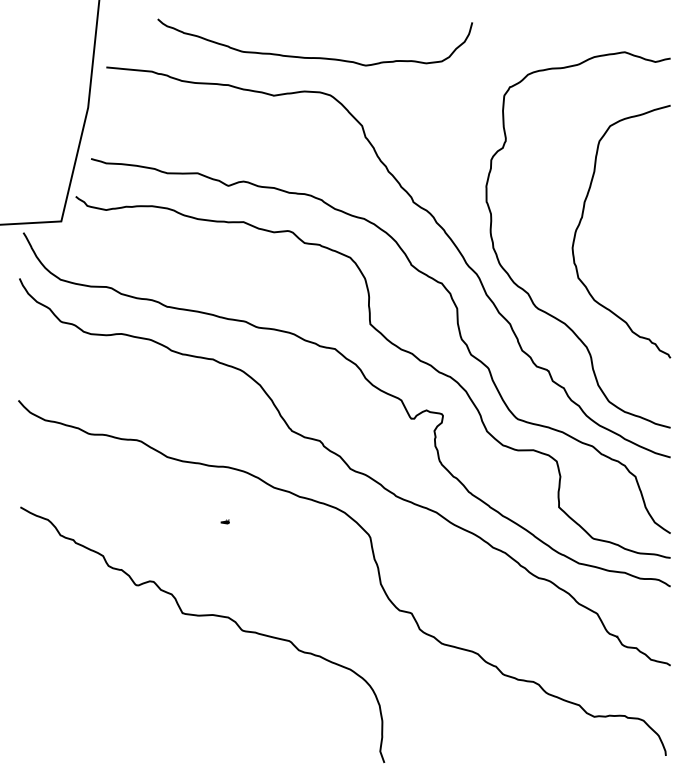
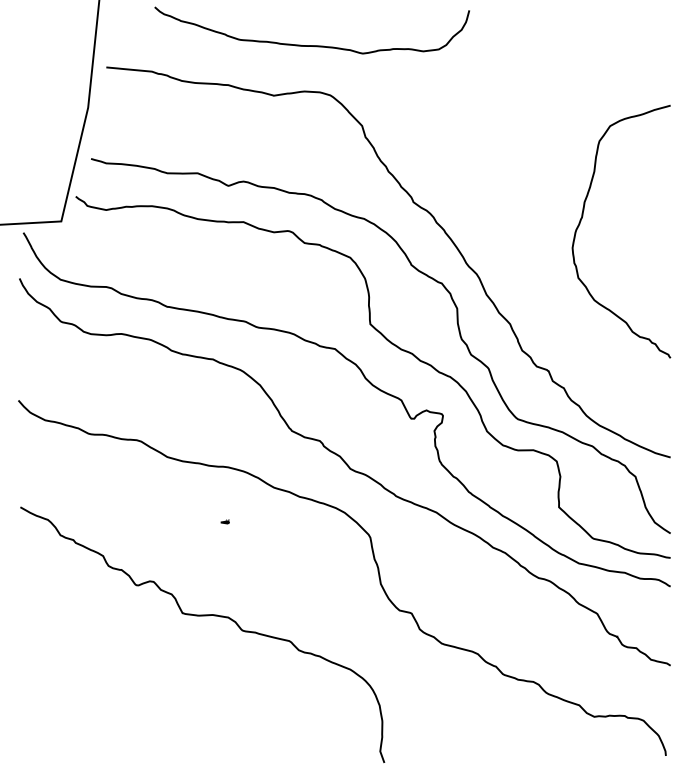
curve at (314, 57) position: (314, 57) -> (311, 45)
curve at (527, 291): present -> none
